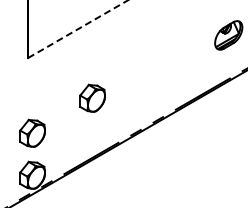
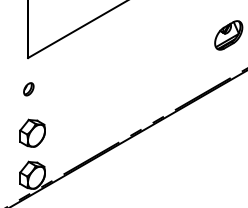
line at (78, 29): dashed -> solid
part at (28, 89): none -> present
part at (92, 97): present -> none
